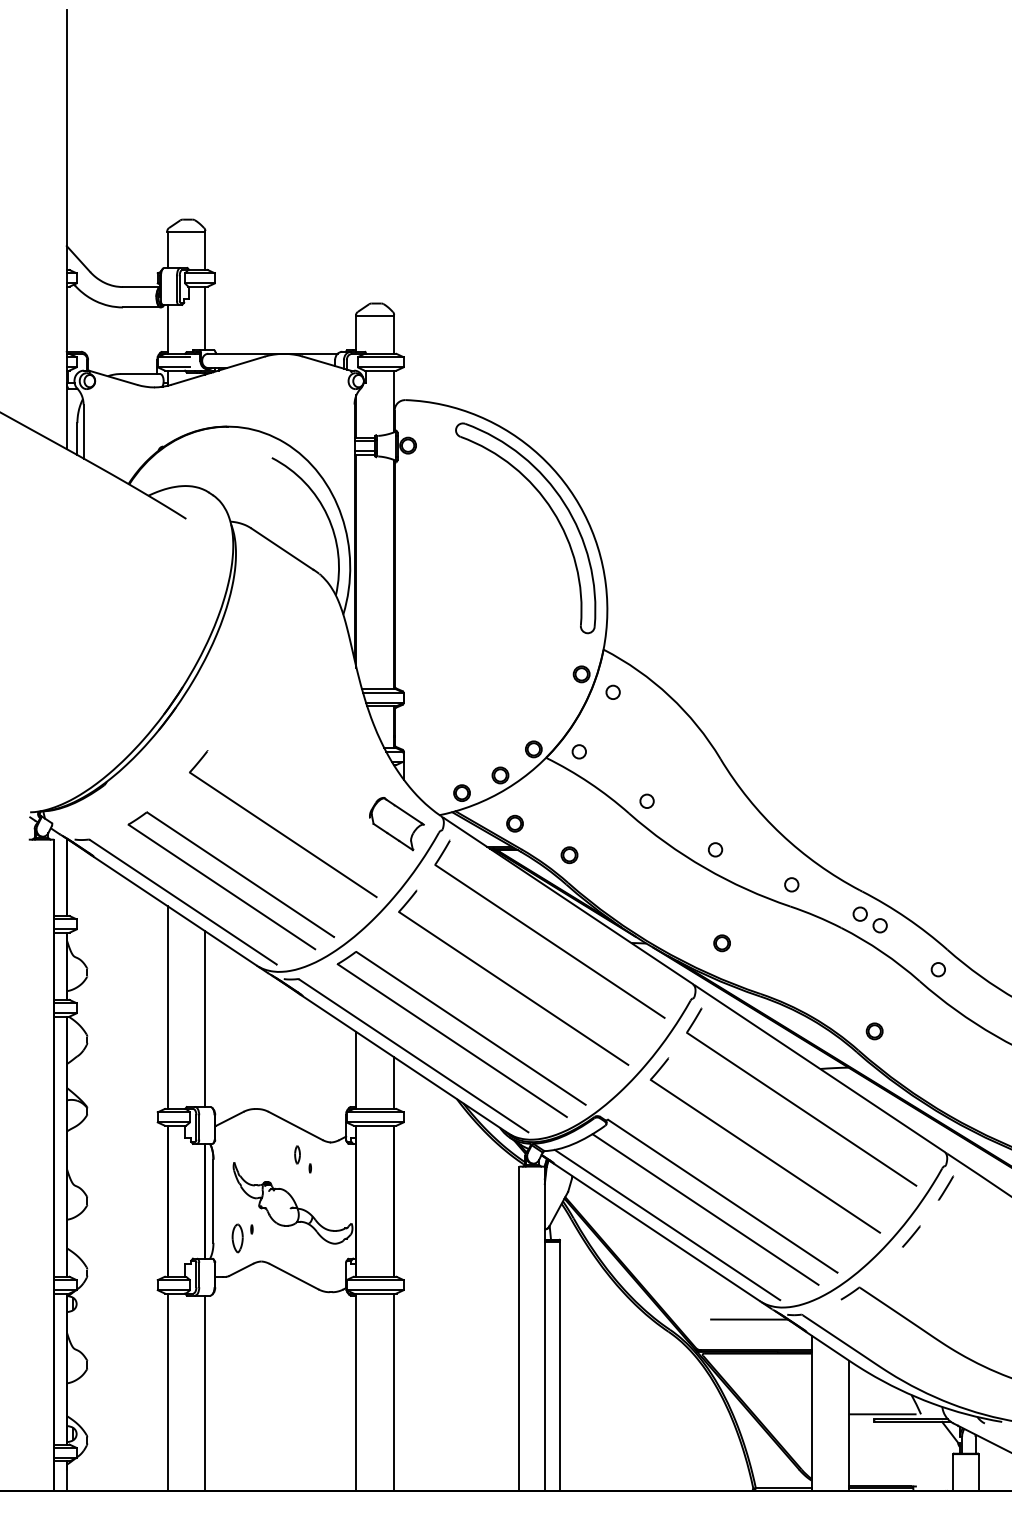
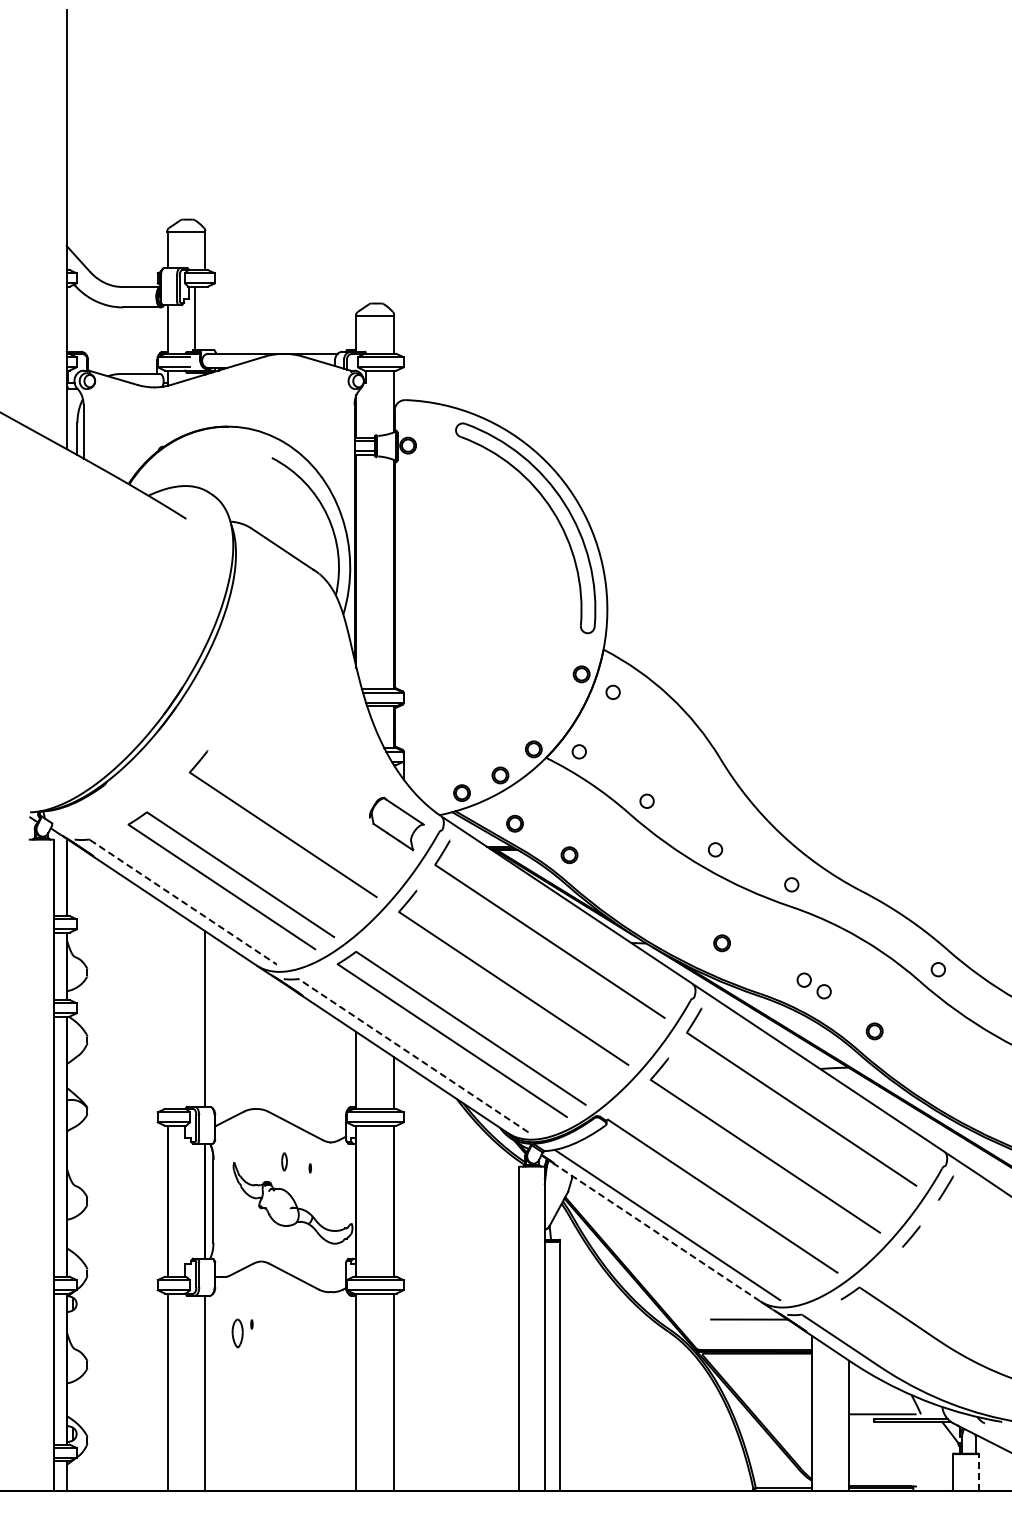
line at (204, 318) position: (204, 318) -> (194, 318)
line at (183, 902): solid -> dashed
part at (869, 919) position: (869, 919) -> (813, 985)
line at (167, 1007): present -> none
line at (413, 1055): solid -> dashed
part at (297, 1154) position: (297, 1154) -> (284, 1161)
line at (705, 1209): present -> none
line at (655, 1231): solid -> dashed
part at (242, 1238) position: (242, 1238) -> (242, 1333)
line at (978, 1472): solid -> dashed
